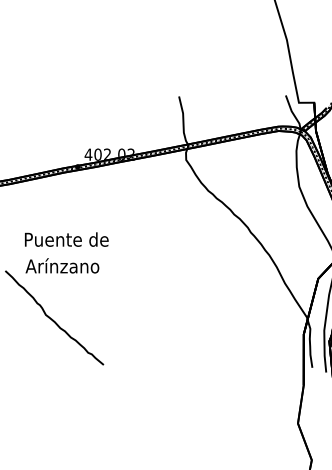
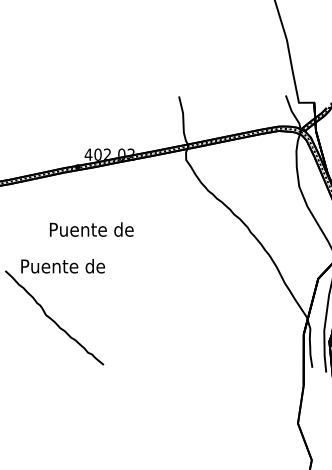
text at (66, 239) position: (66, 239) -> (91, 229)
text at (62, 265): Arínzano -> Puente de
